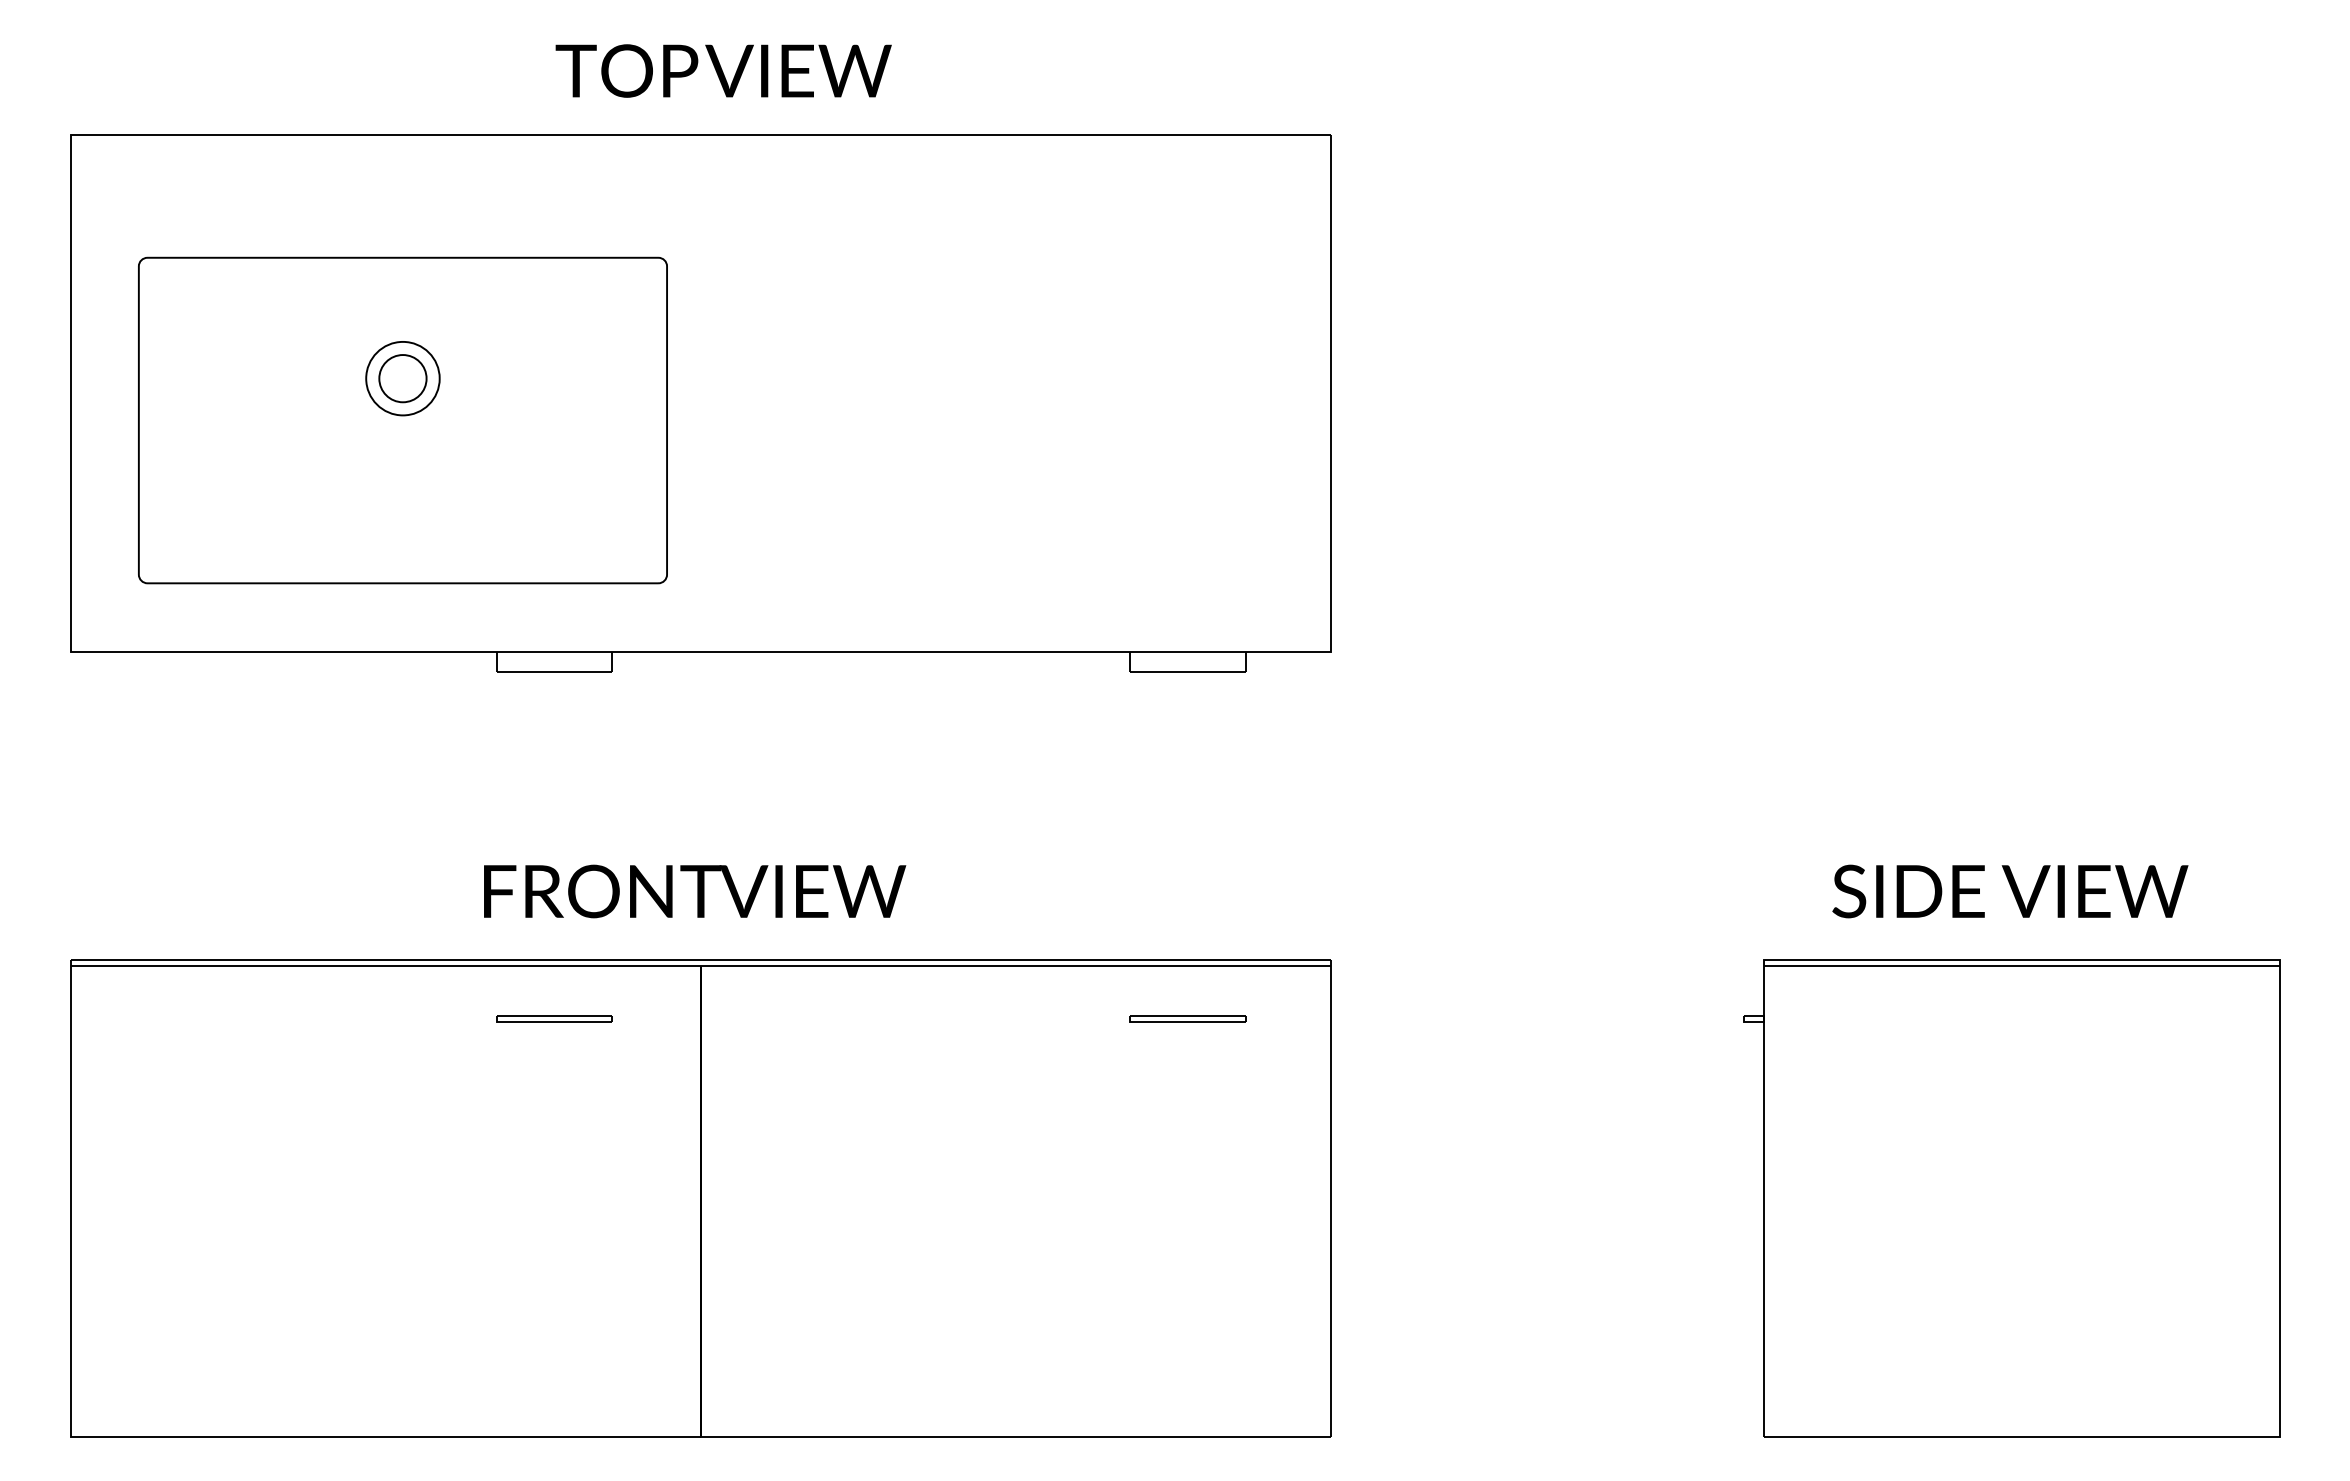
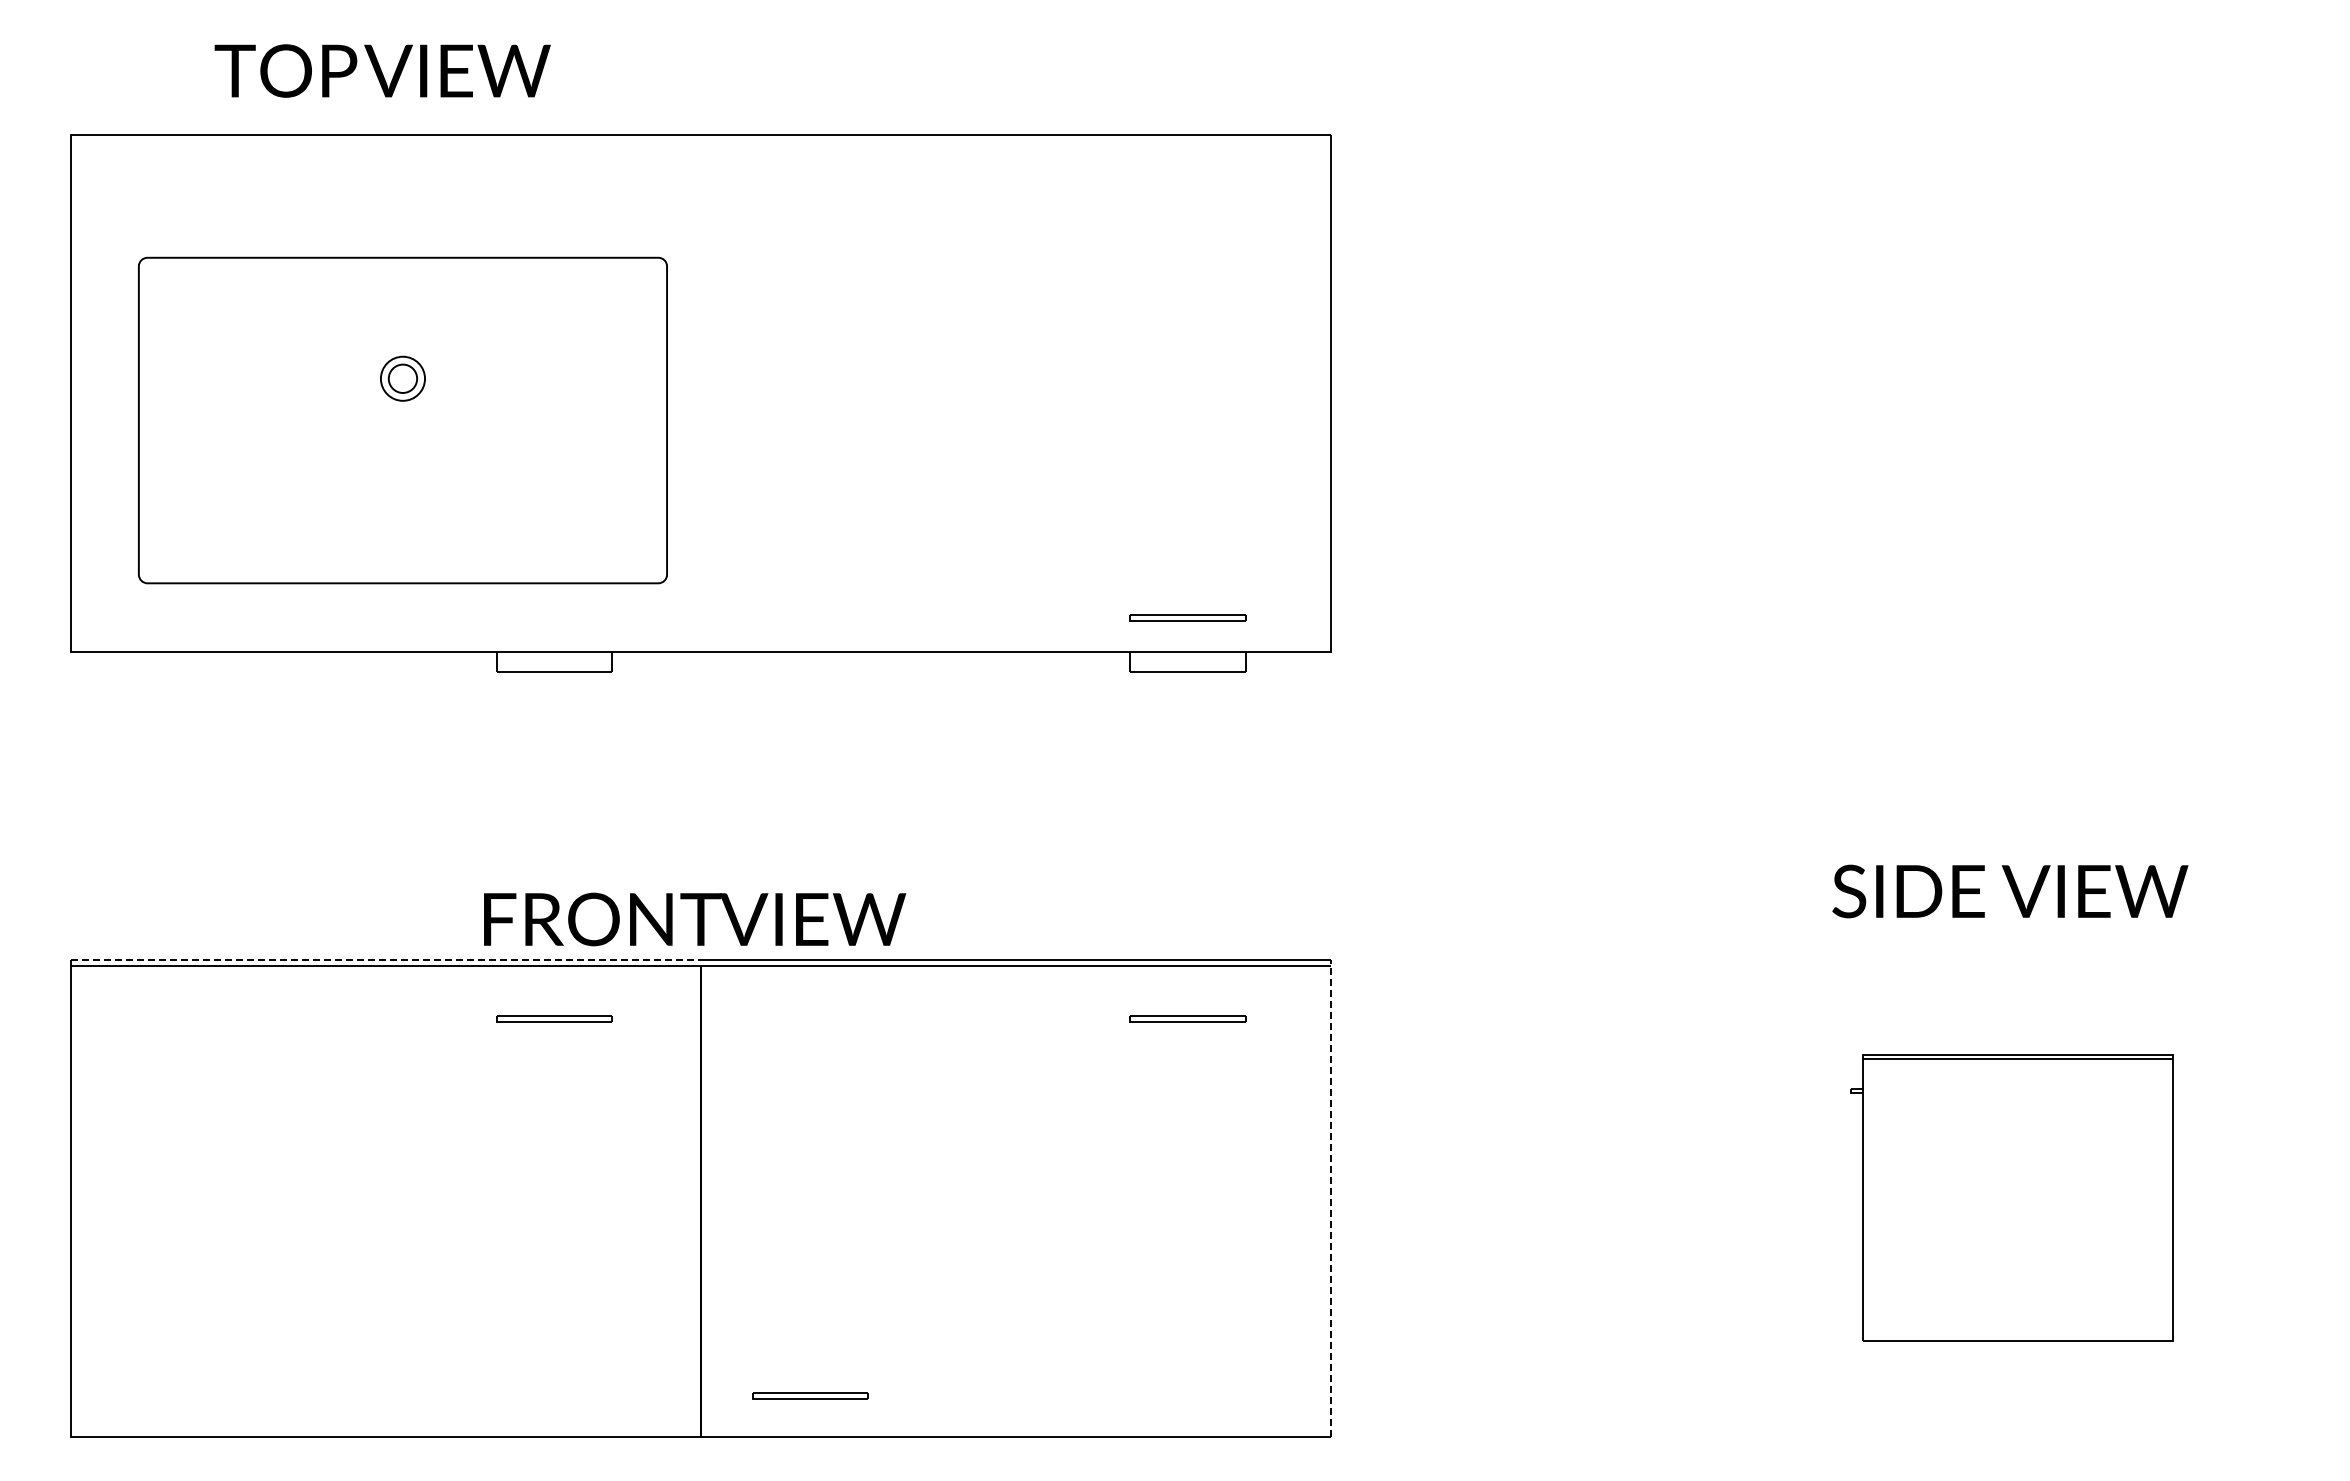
text at (723, 70) position: (723, 70) -> (382, 70)
part at (402, 378) size: 76x76 px -> 46x47 px
part at (1187, 617): none -> present
text at (695, 891) position: (695, 891) -> (695, 919)
line at (386, 960): solid -> dashed
line at (1330, 1197): solid -> dashed
part at (2011, 1198) size: 538x479 px -> 324x288 px
part at (810, 1395): none -> present
